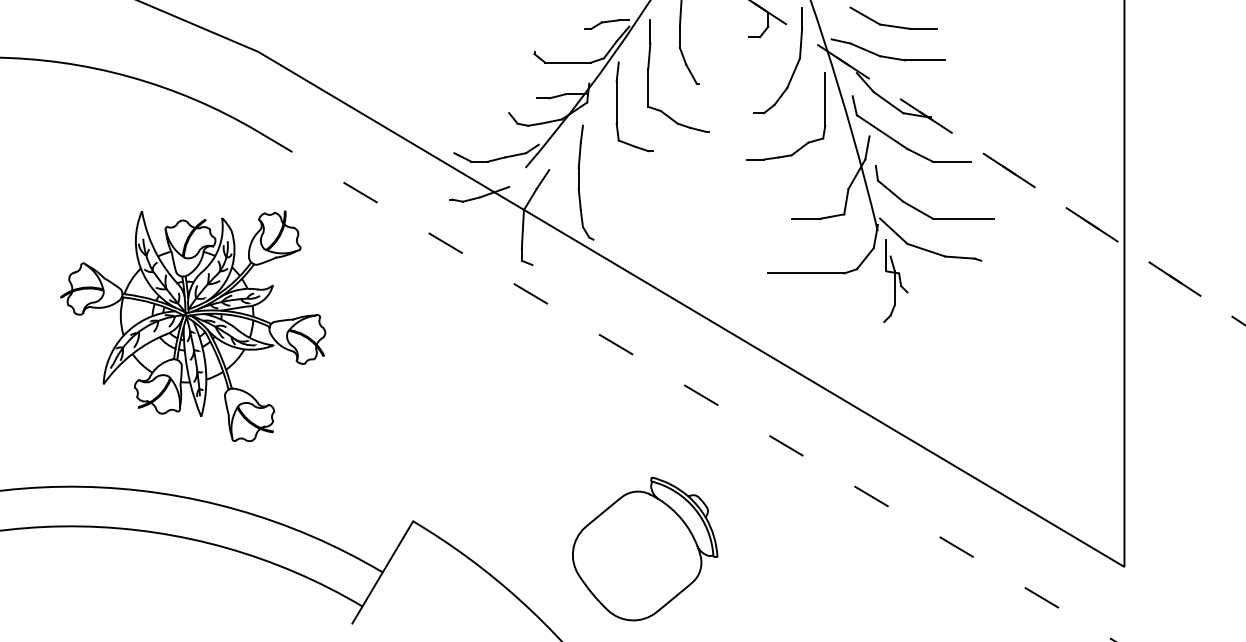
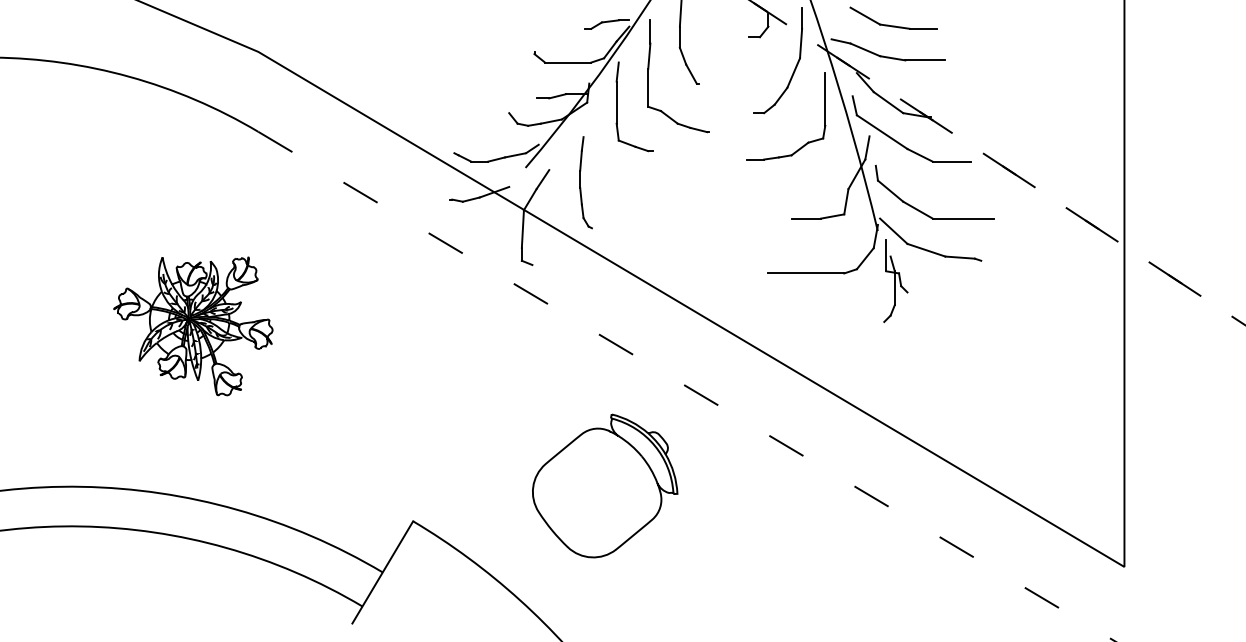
part at (585, 182) size: 18x117 px -> 14x94 px
part at (193, 326) size: 267x233 px -> 161x141 px
part at (645, 548) position: (645, 548) -> (605, 485)
